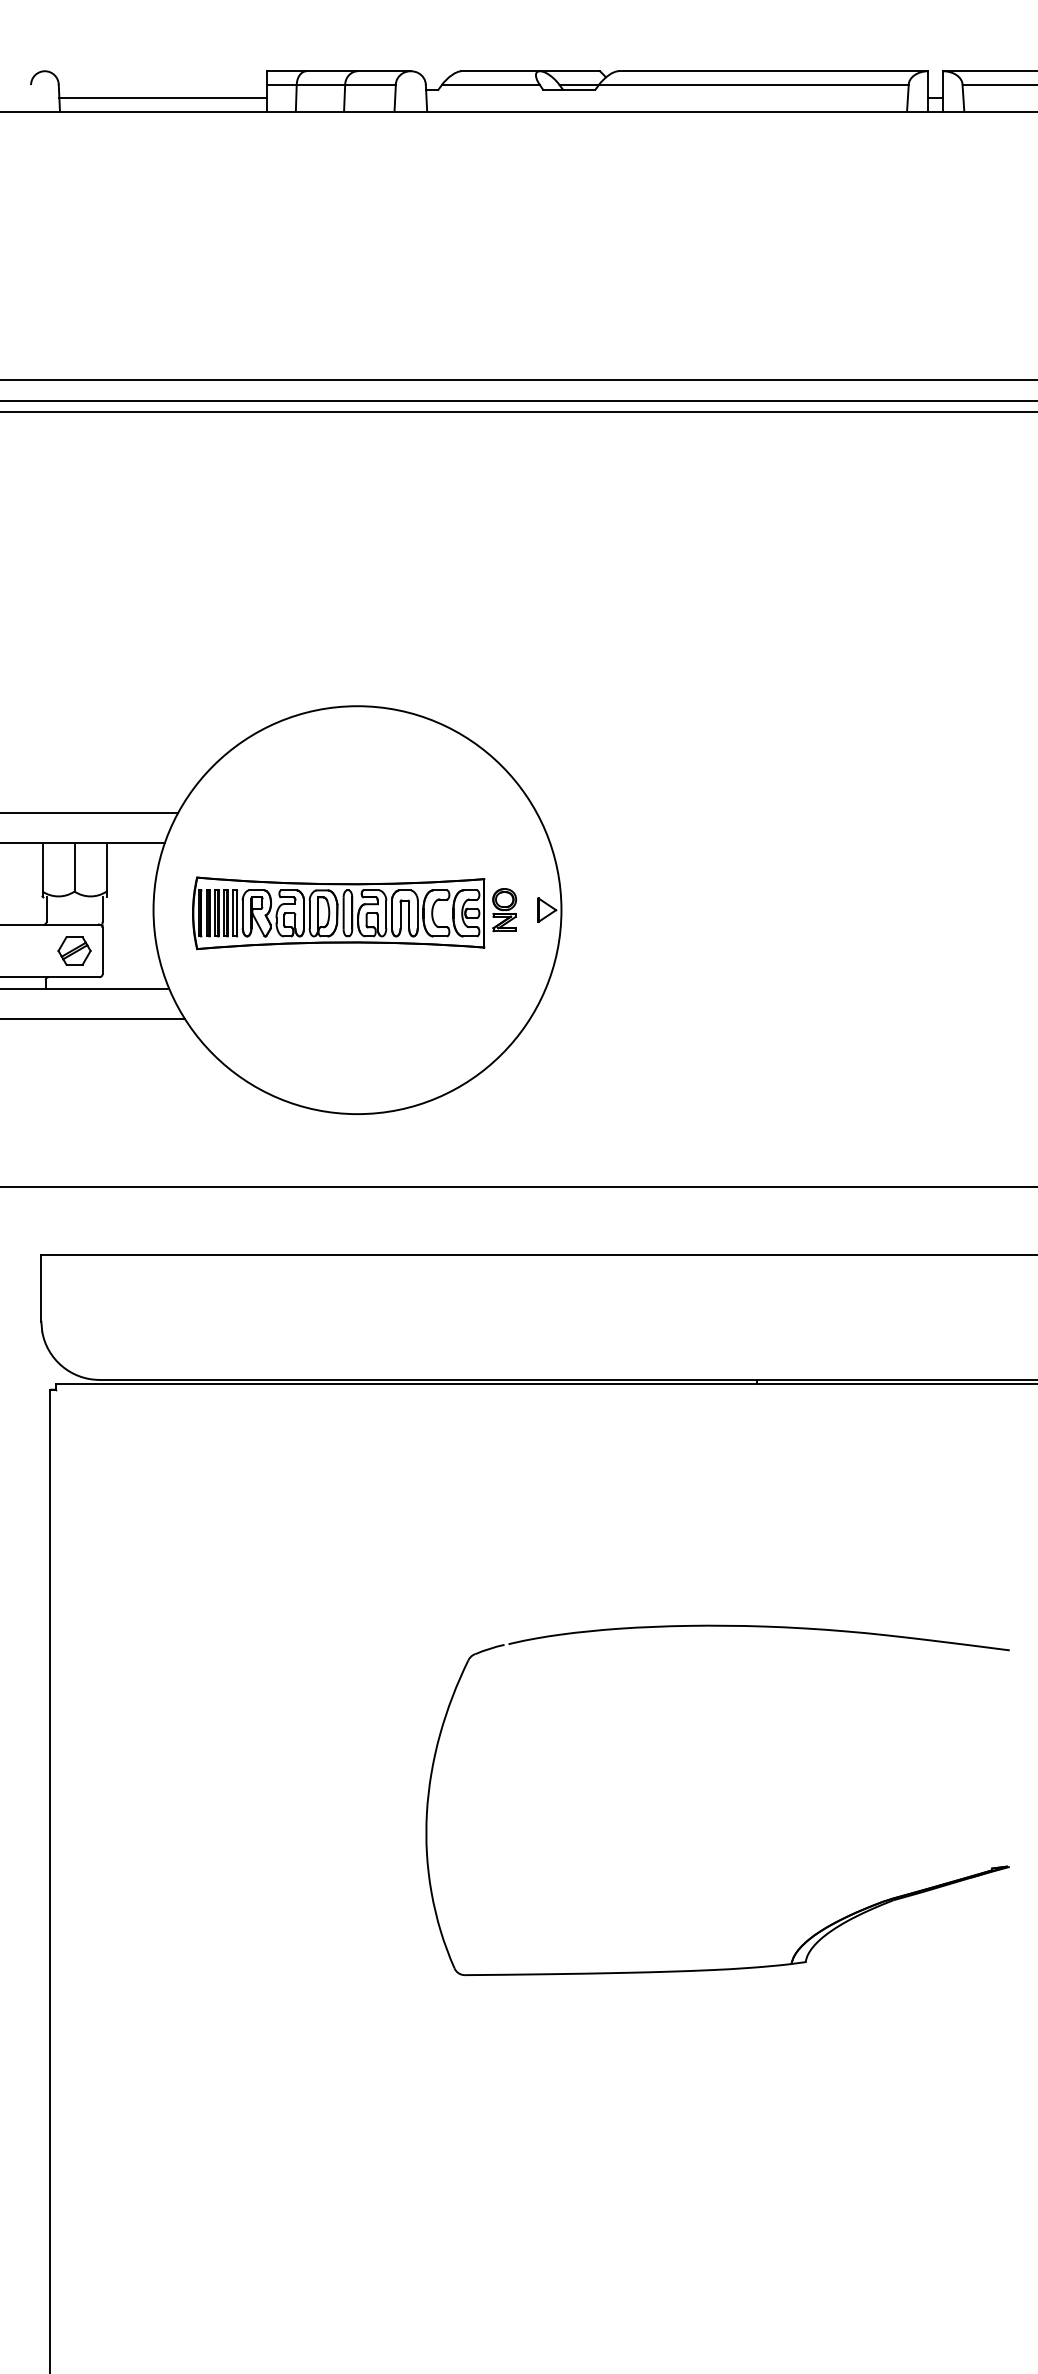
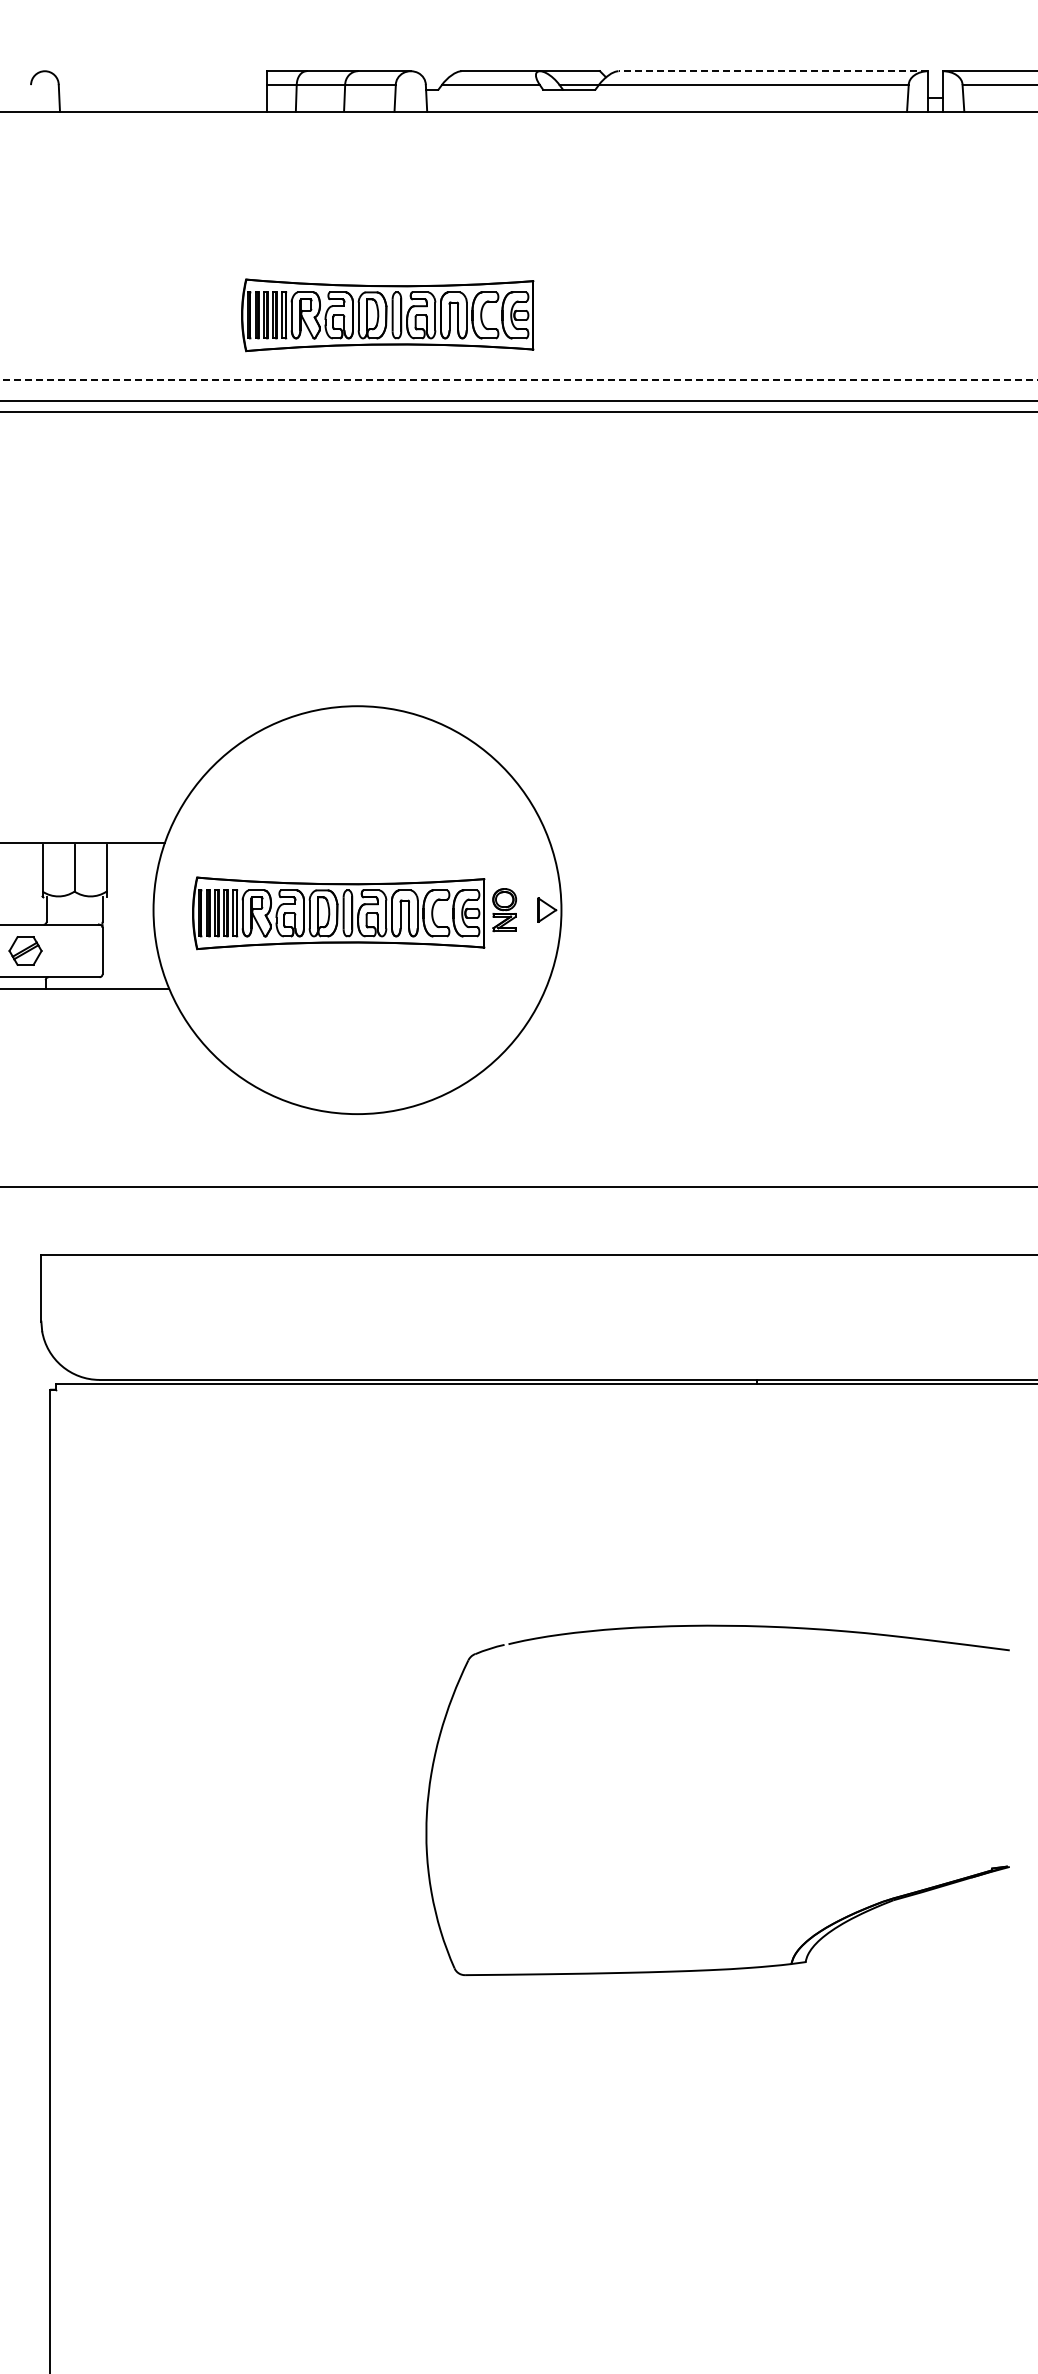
line at (773, 71): solid -> dashed
line at (162, 97): present -> none
part at (387, 315): none -> present
line at (519, 380): solid -> dashed
line at (90, 812): present -> none
part at (74, 950) position: (74, 950) -> (25, 950)
line at (93, 1019): present -> none
